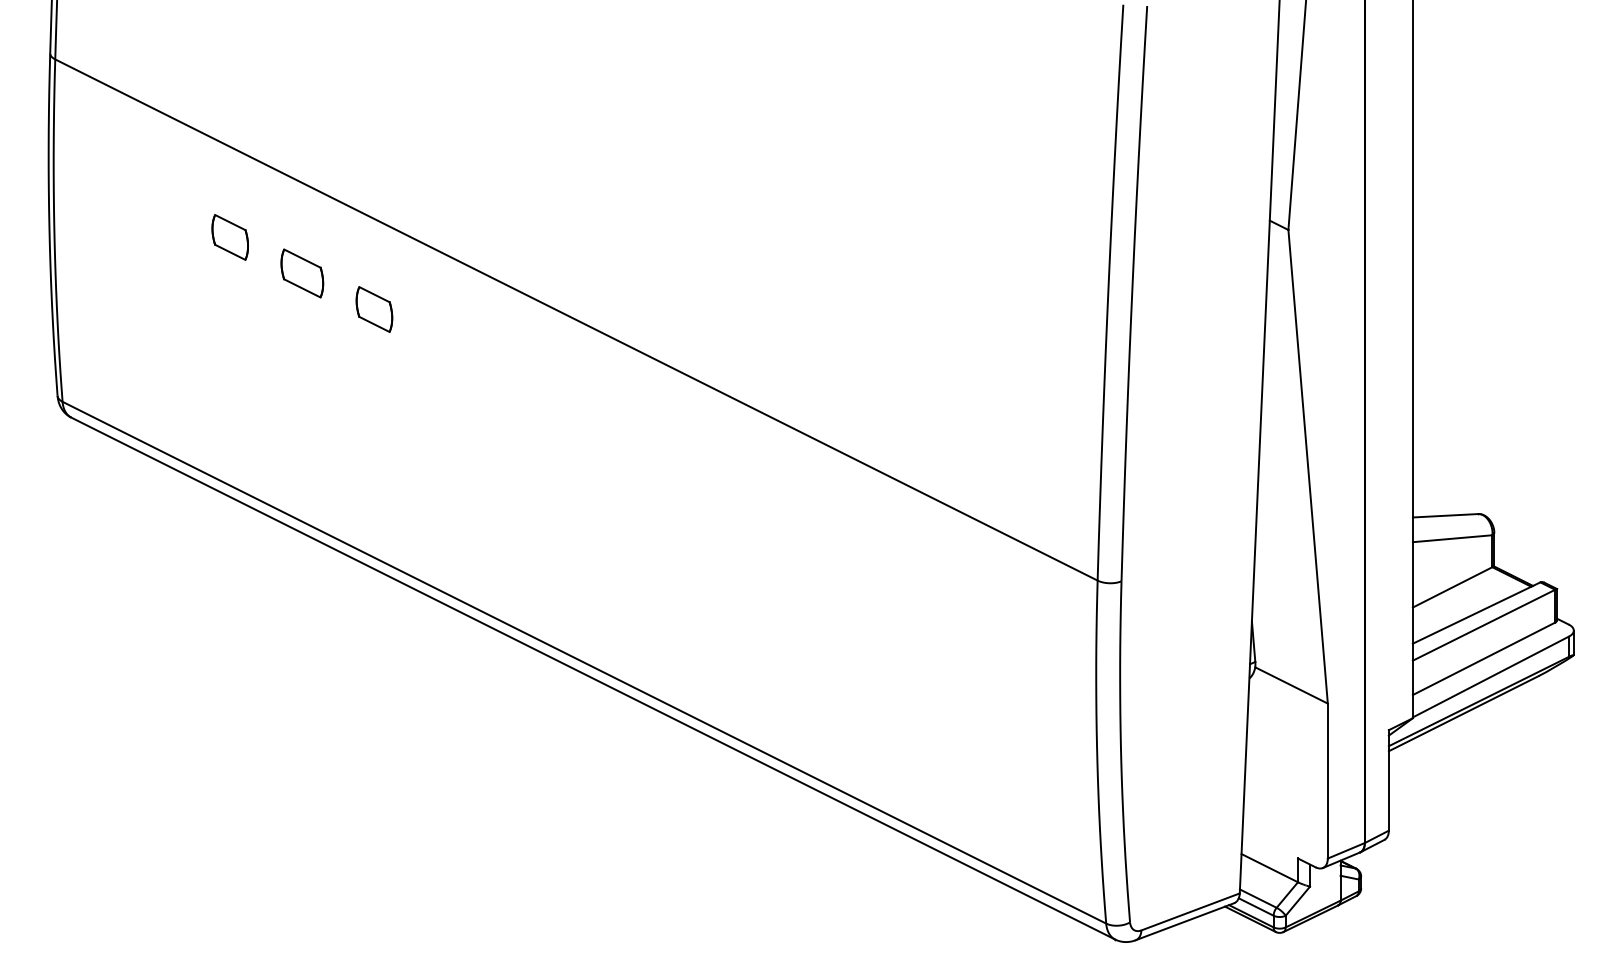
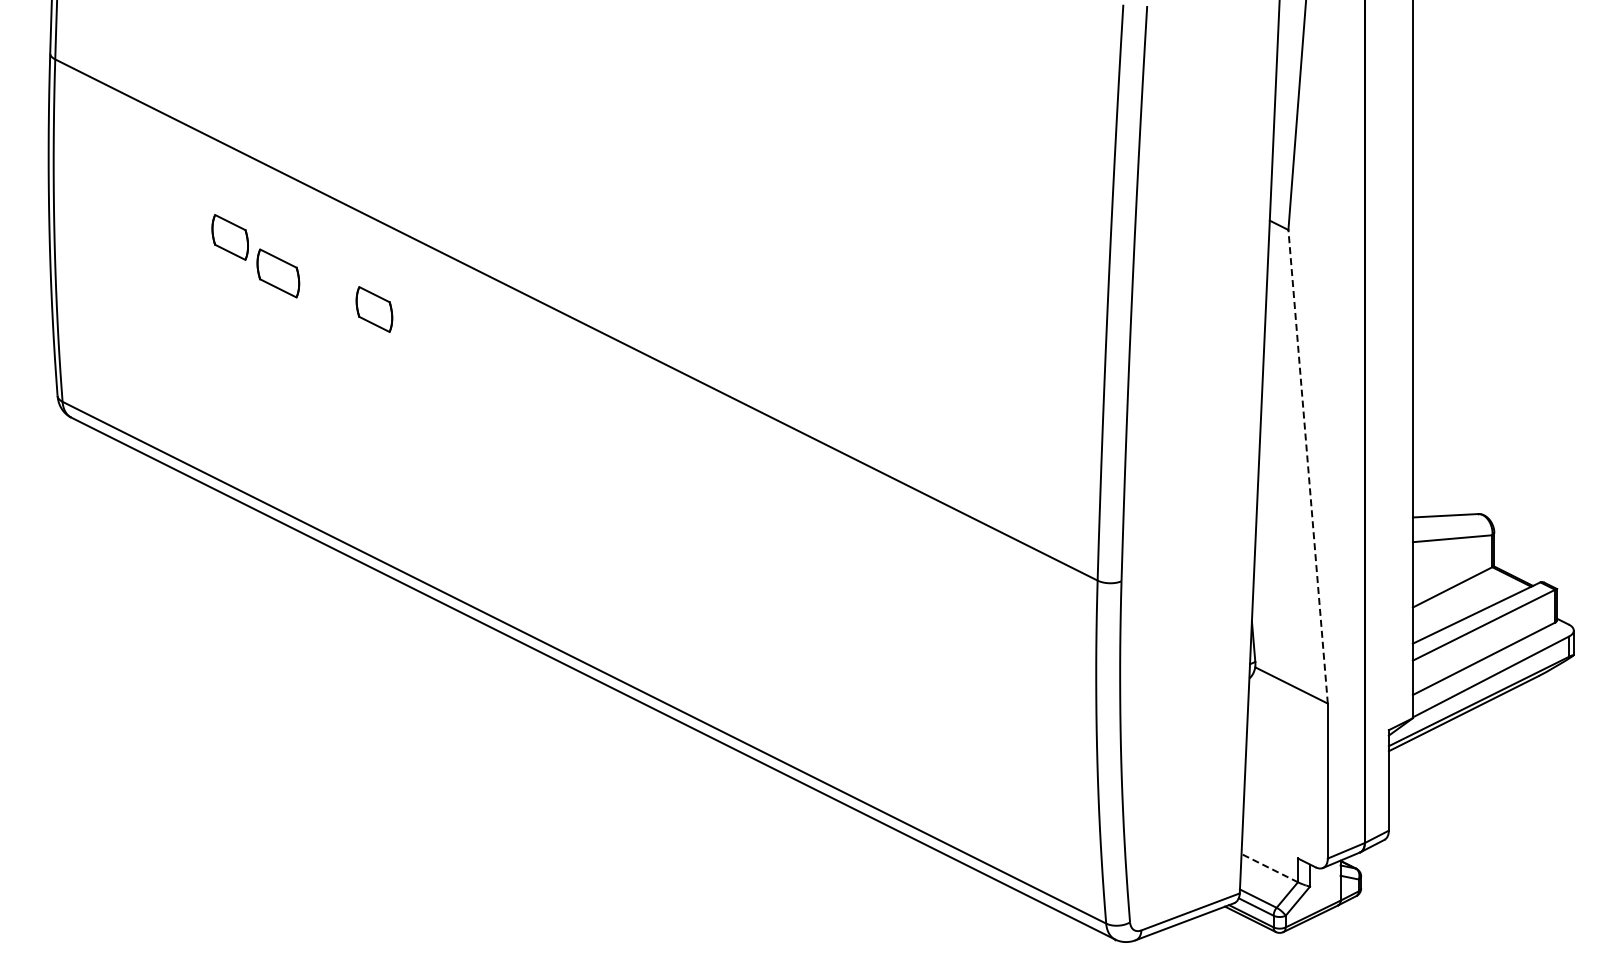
part at (302, 273) position: (302, 273) -> (278, 273)
line at (1308, 466): solid -> dashed
line at (1269, 868): solid -> dashed
